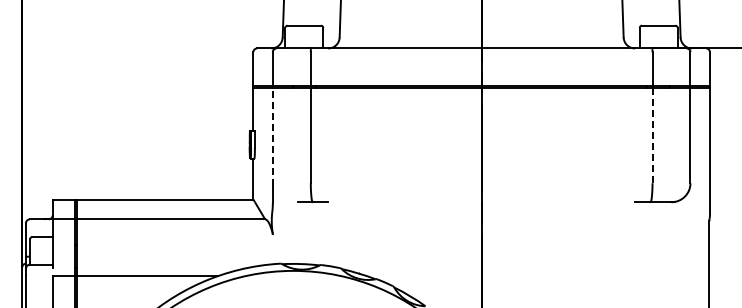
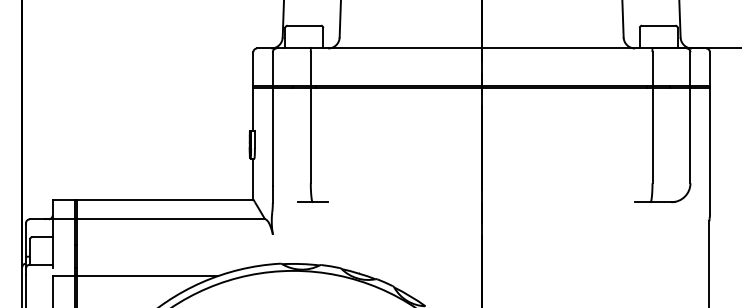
line at (652, 135): dashed -> solid
line at (272, 137): dashed -> solid
